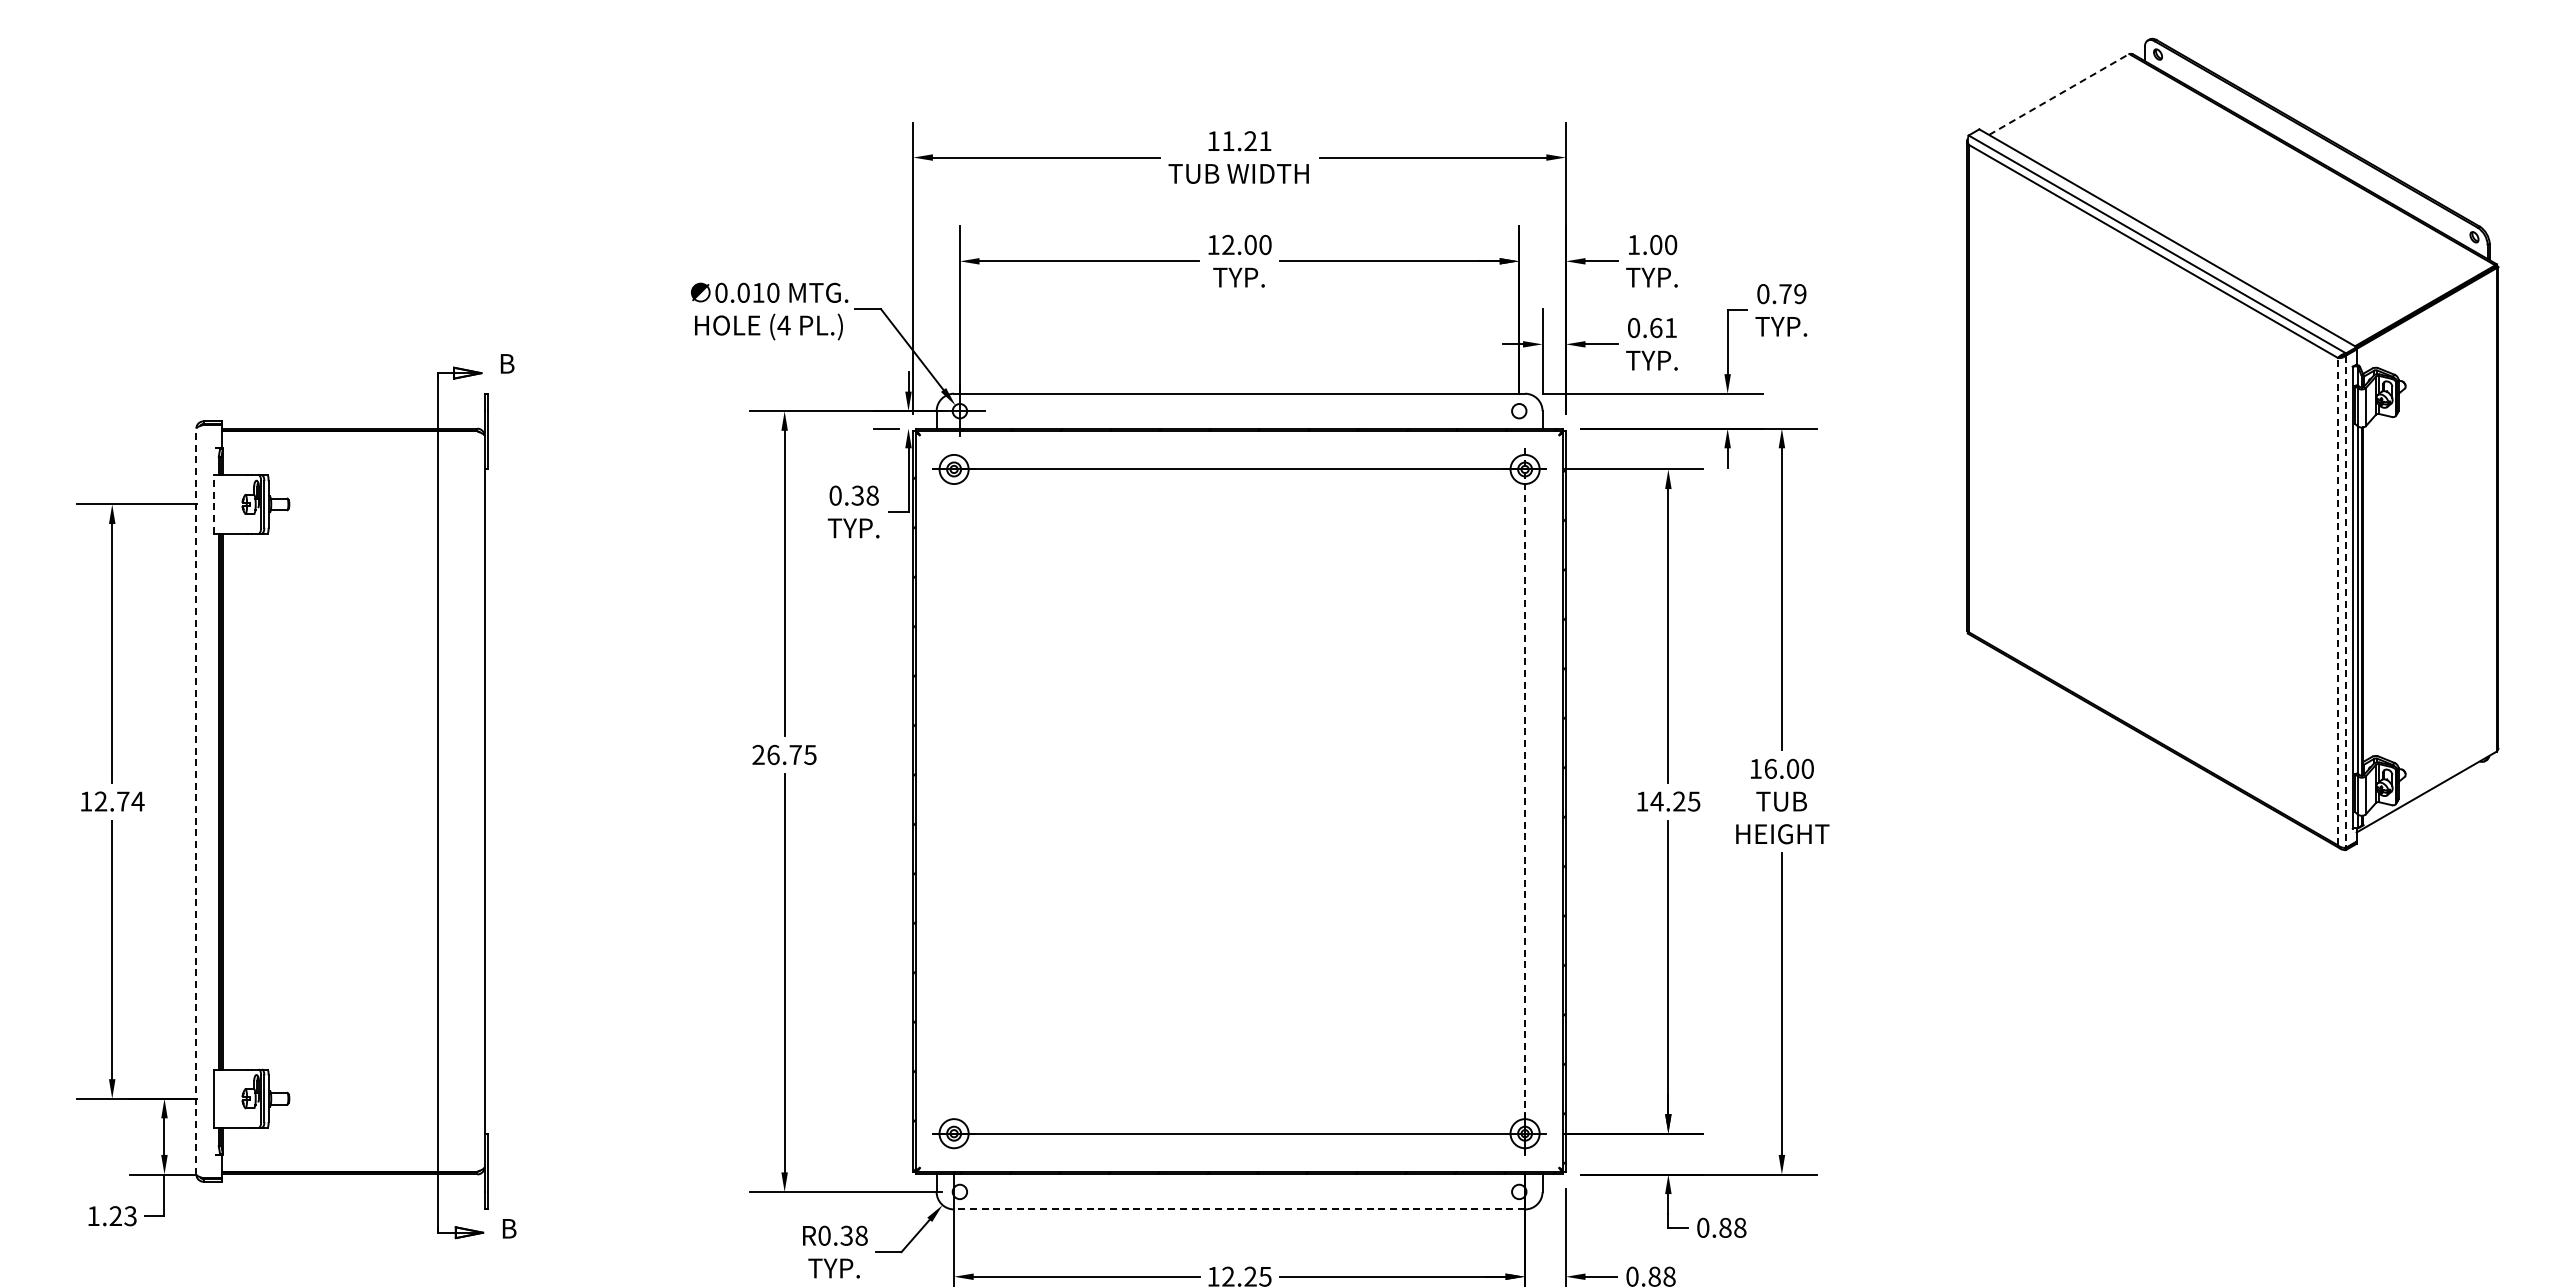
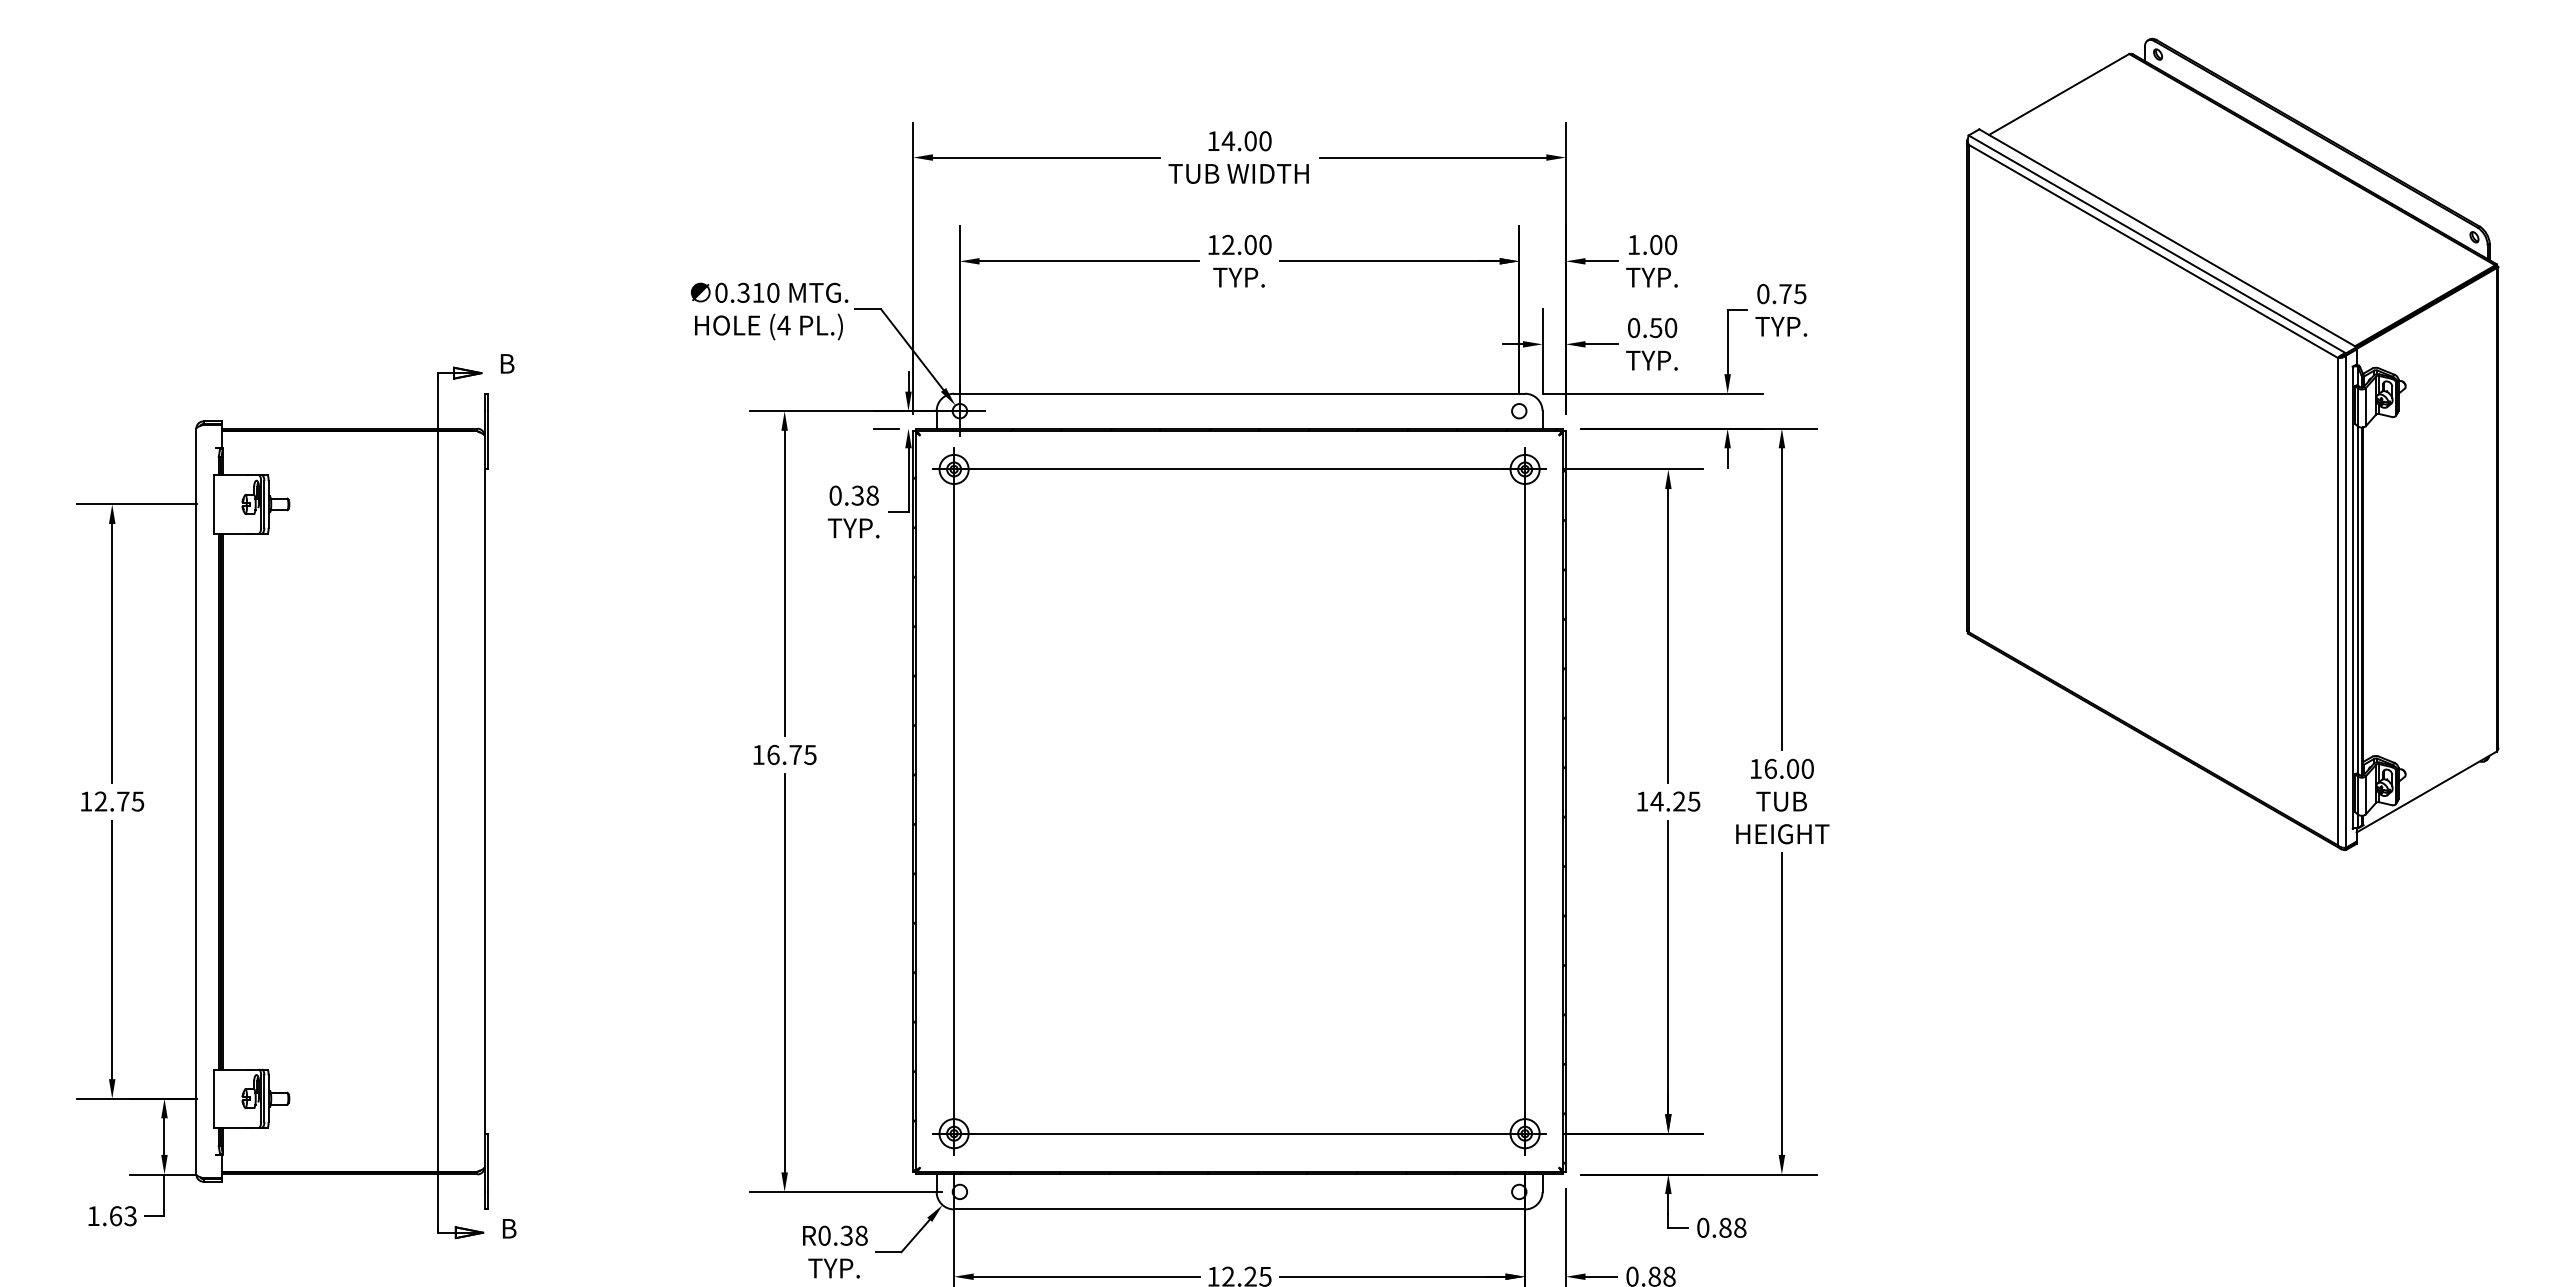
line at (2059, 94): dashed -> solid
text at (1246, 141): 11.21 -> 14.00
text at (743, 292): 0.010 -> 0.310
text at (1800, 293): 0.79 -> 0.75
text at (1663, 328): 0.61 -> 0.50
line at (214, 503): dashed -> solid
line at (2337, 601): dashed -> solid
line at (2346, 602): dashed -> solid
text at (758, 754): 26.75 -> 16.75
text at (137, 801): 12.74 -> 12.75
line at (196, 801): dashed -> solid
line at (954, 801): none -> present
line at (1525, 802): dashed -> solid
line at (1239, 1209): dashed -> solid
text at (115, 1216): 1.23 -> 1.63
